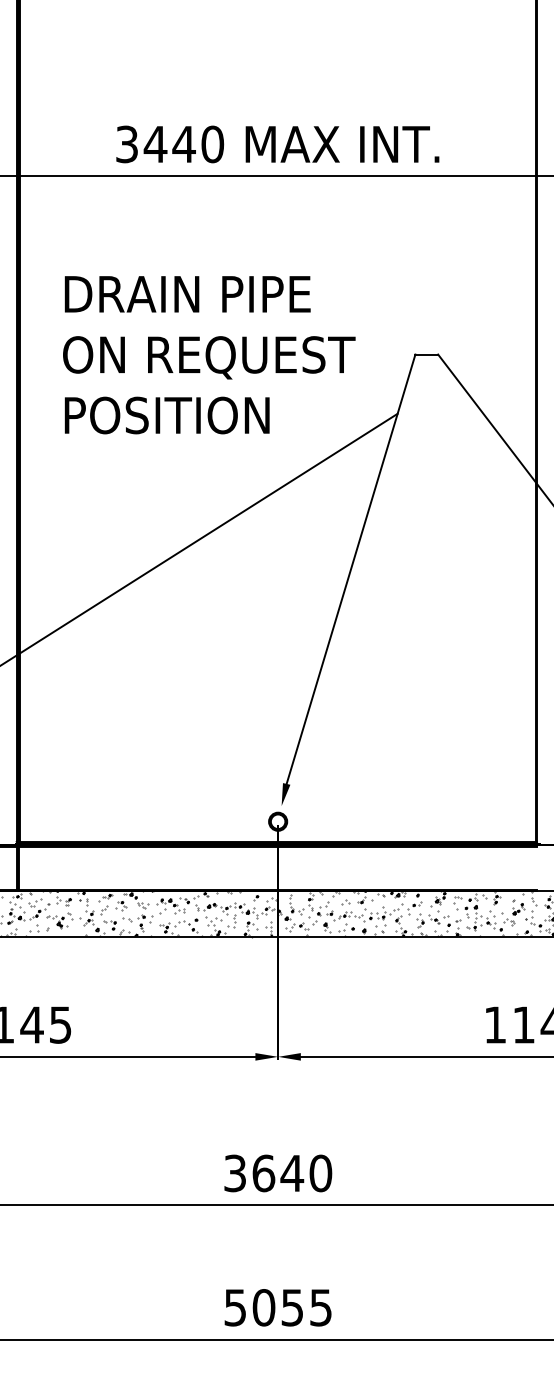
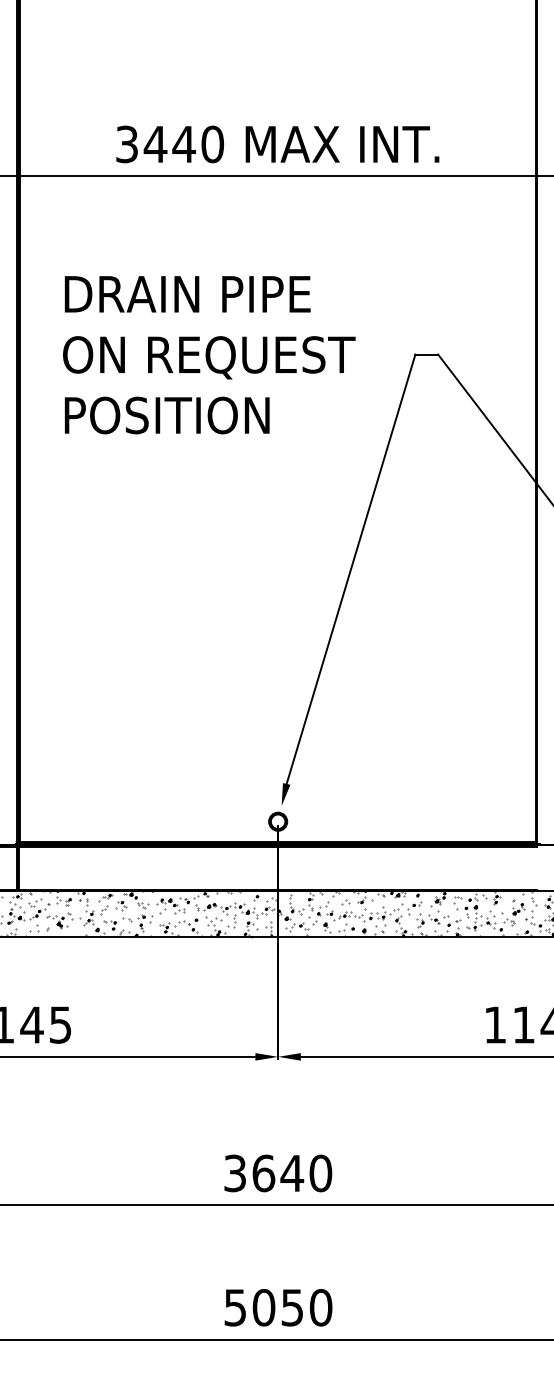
line at (199, 538): present -> none
text at (320, 1307): 5055 -> 5050
